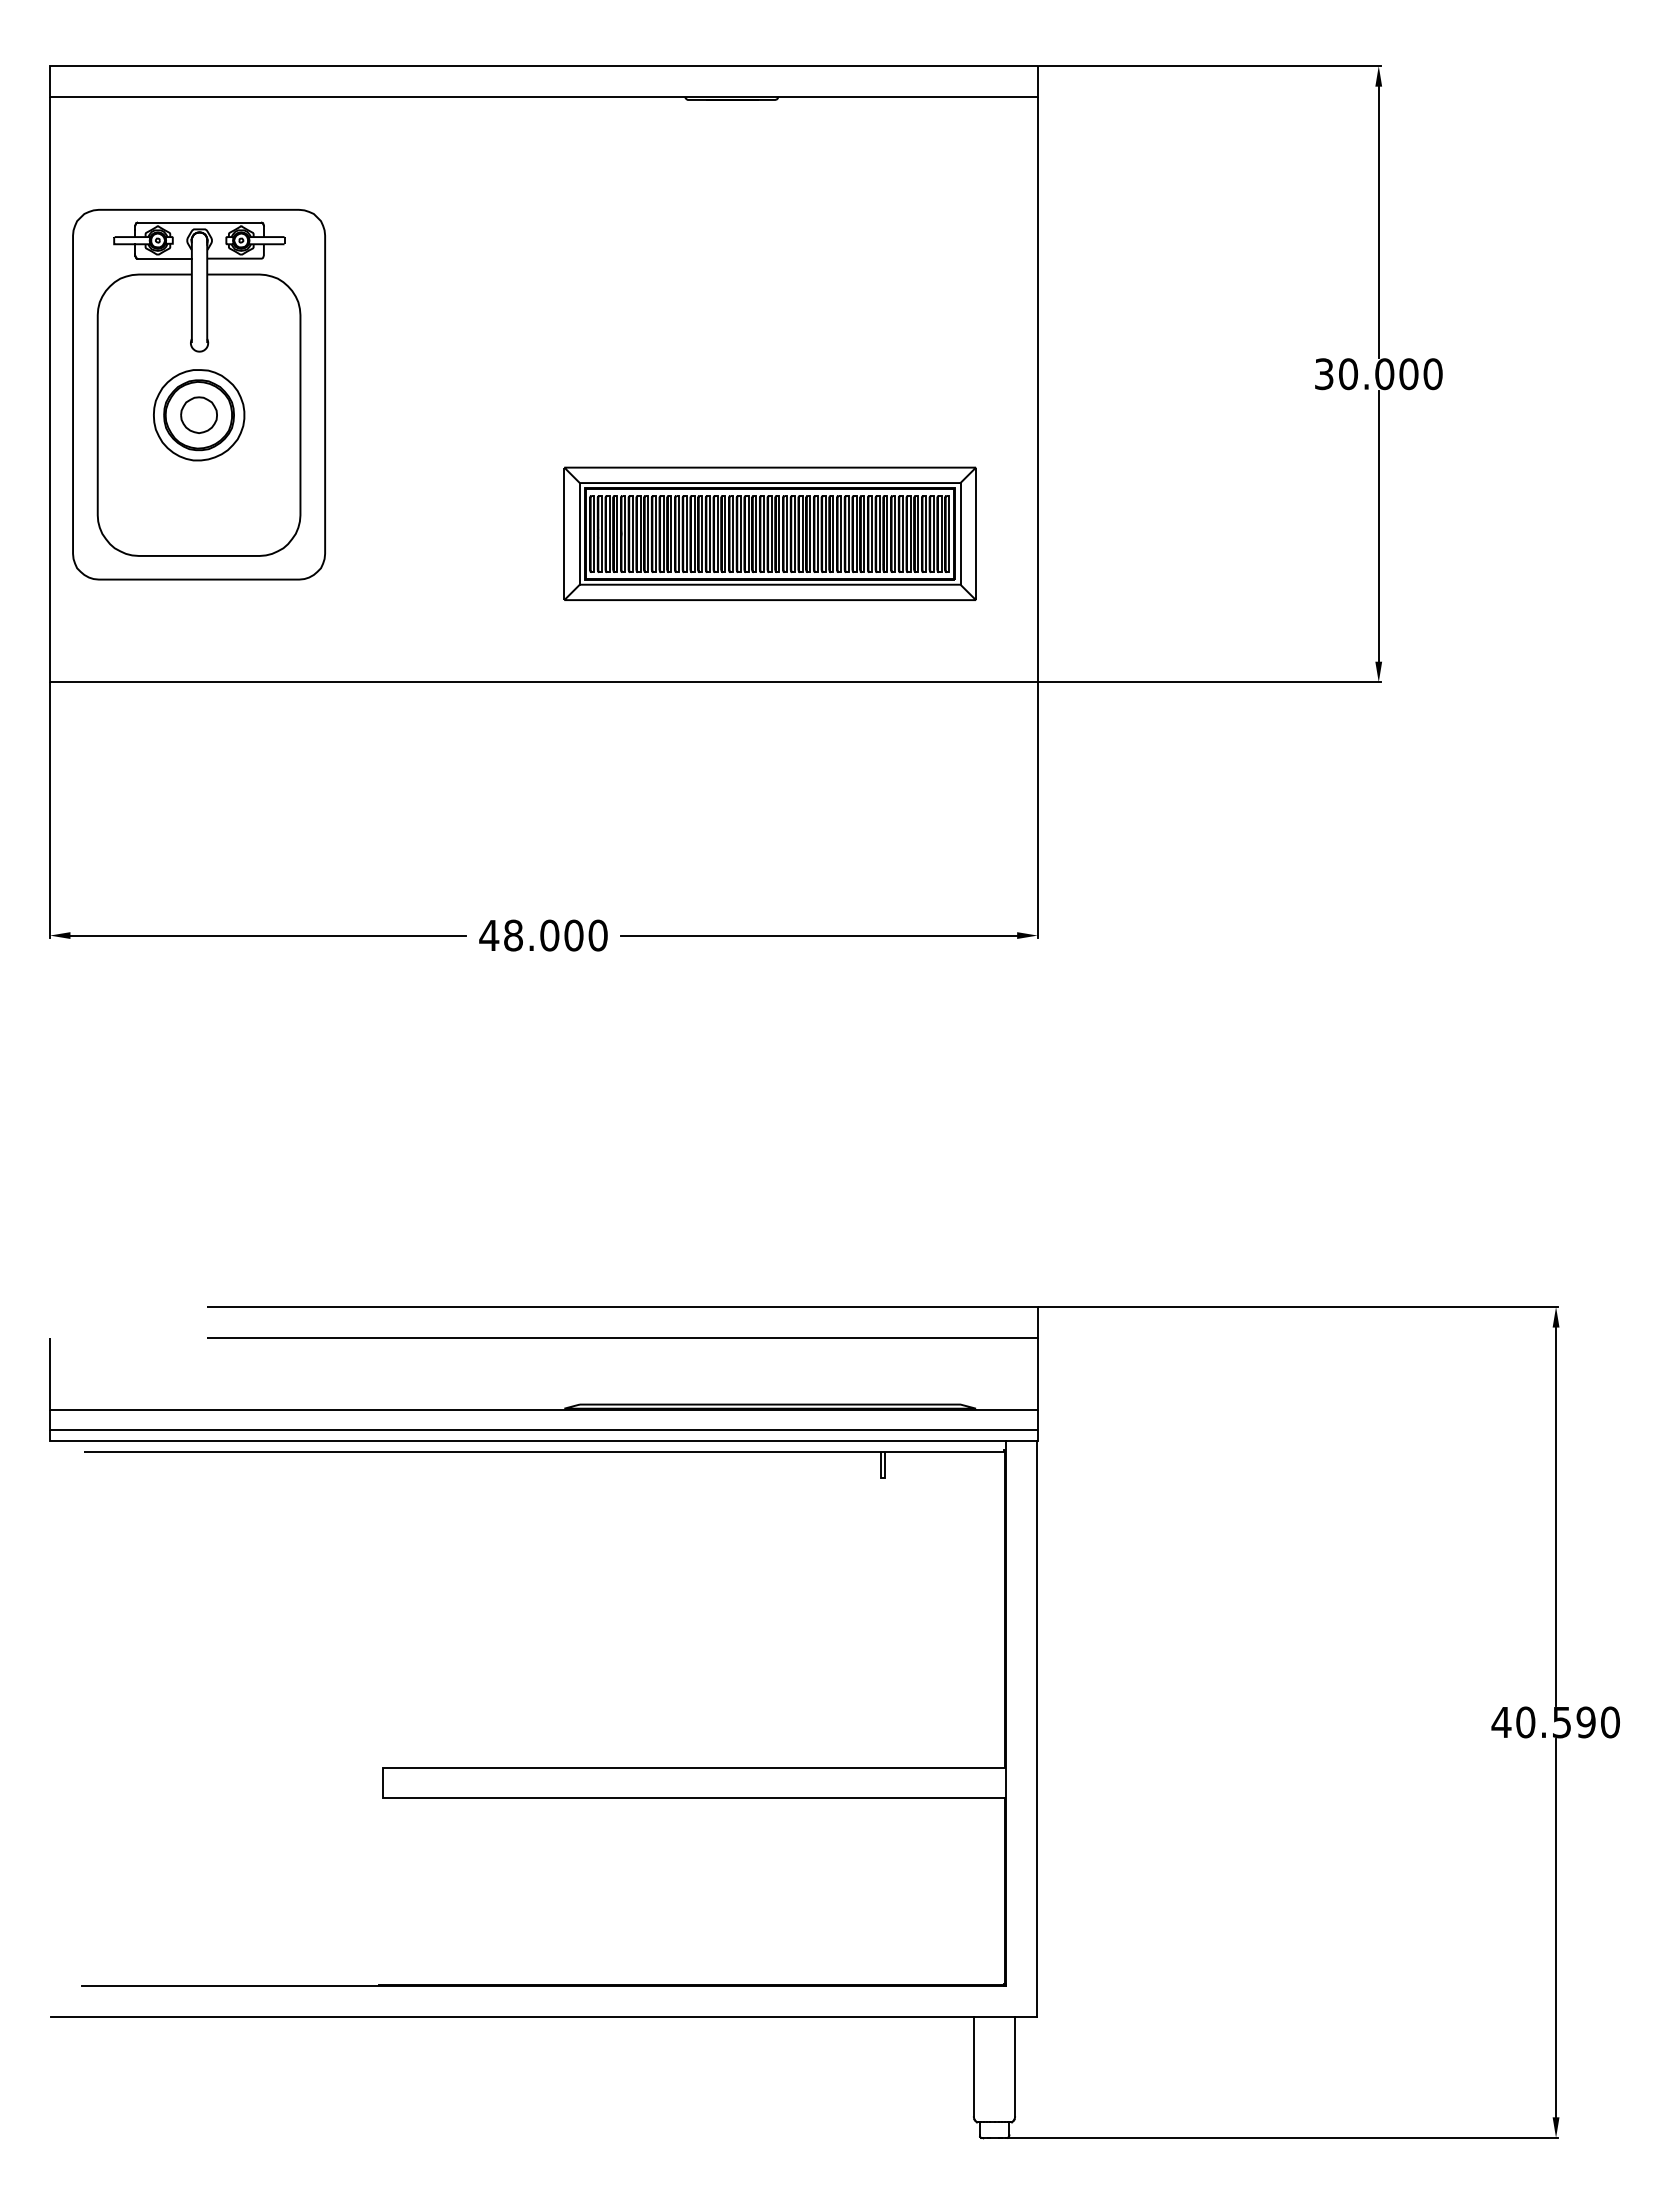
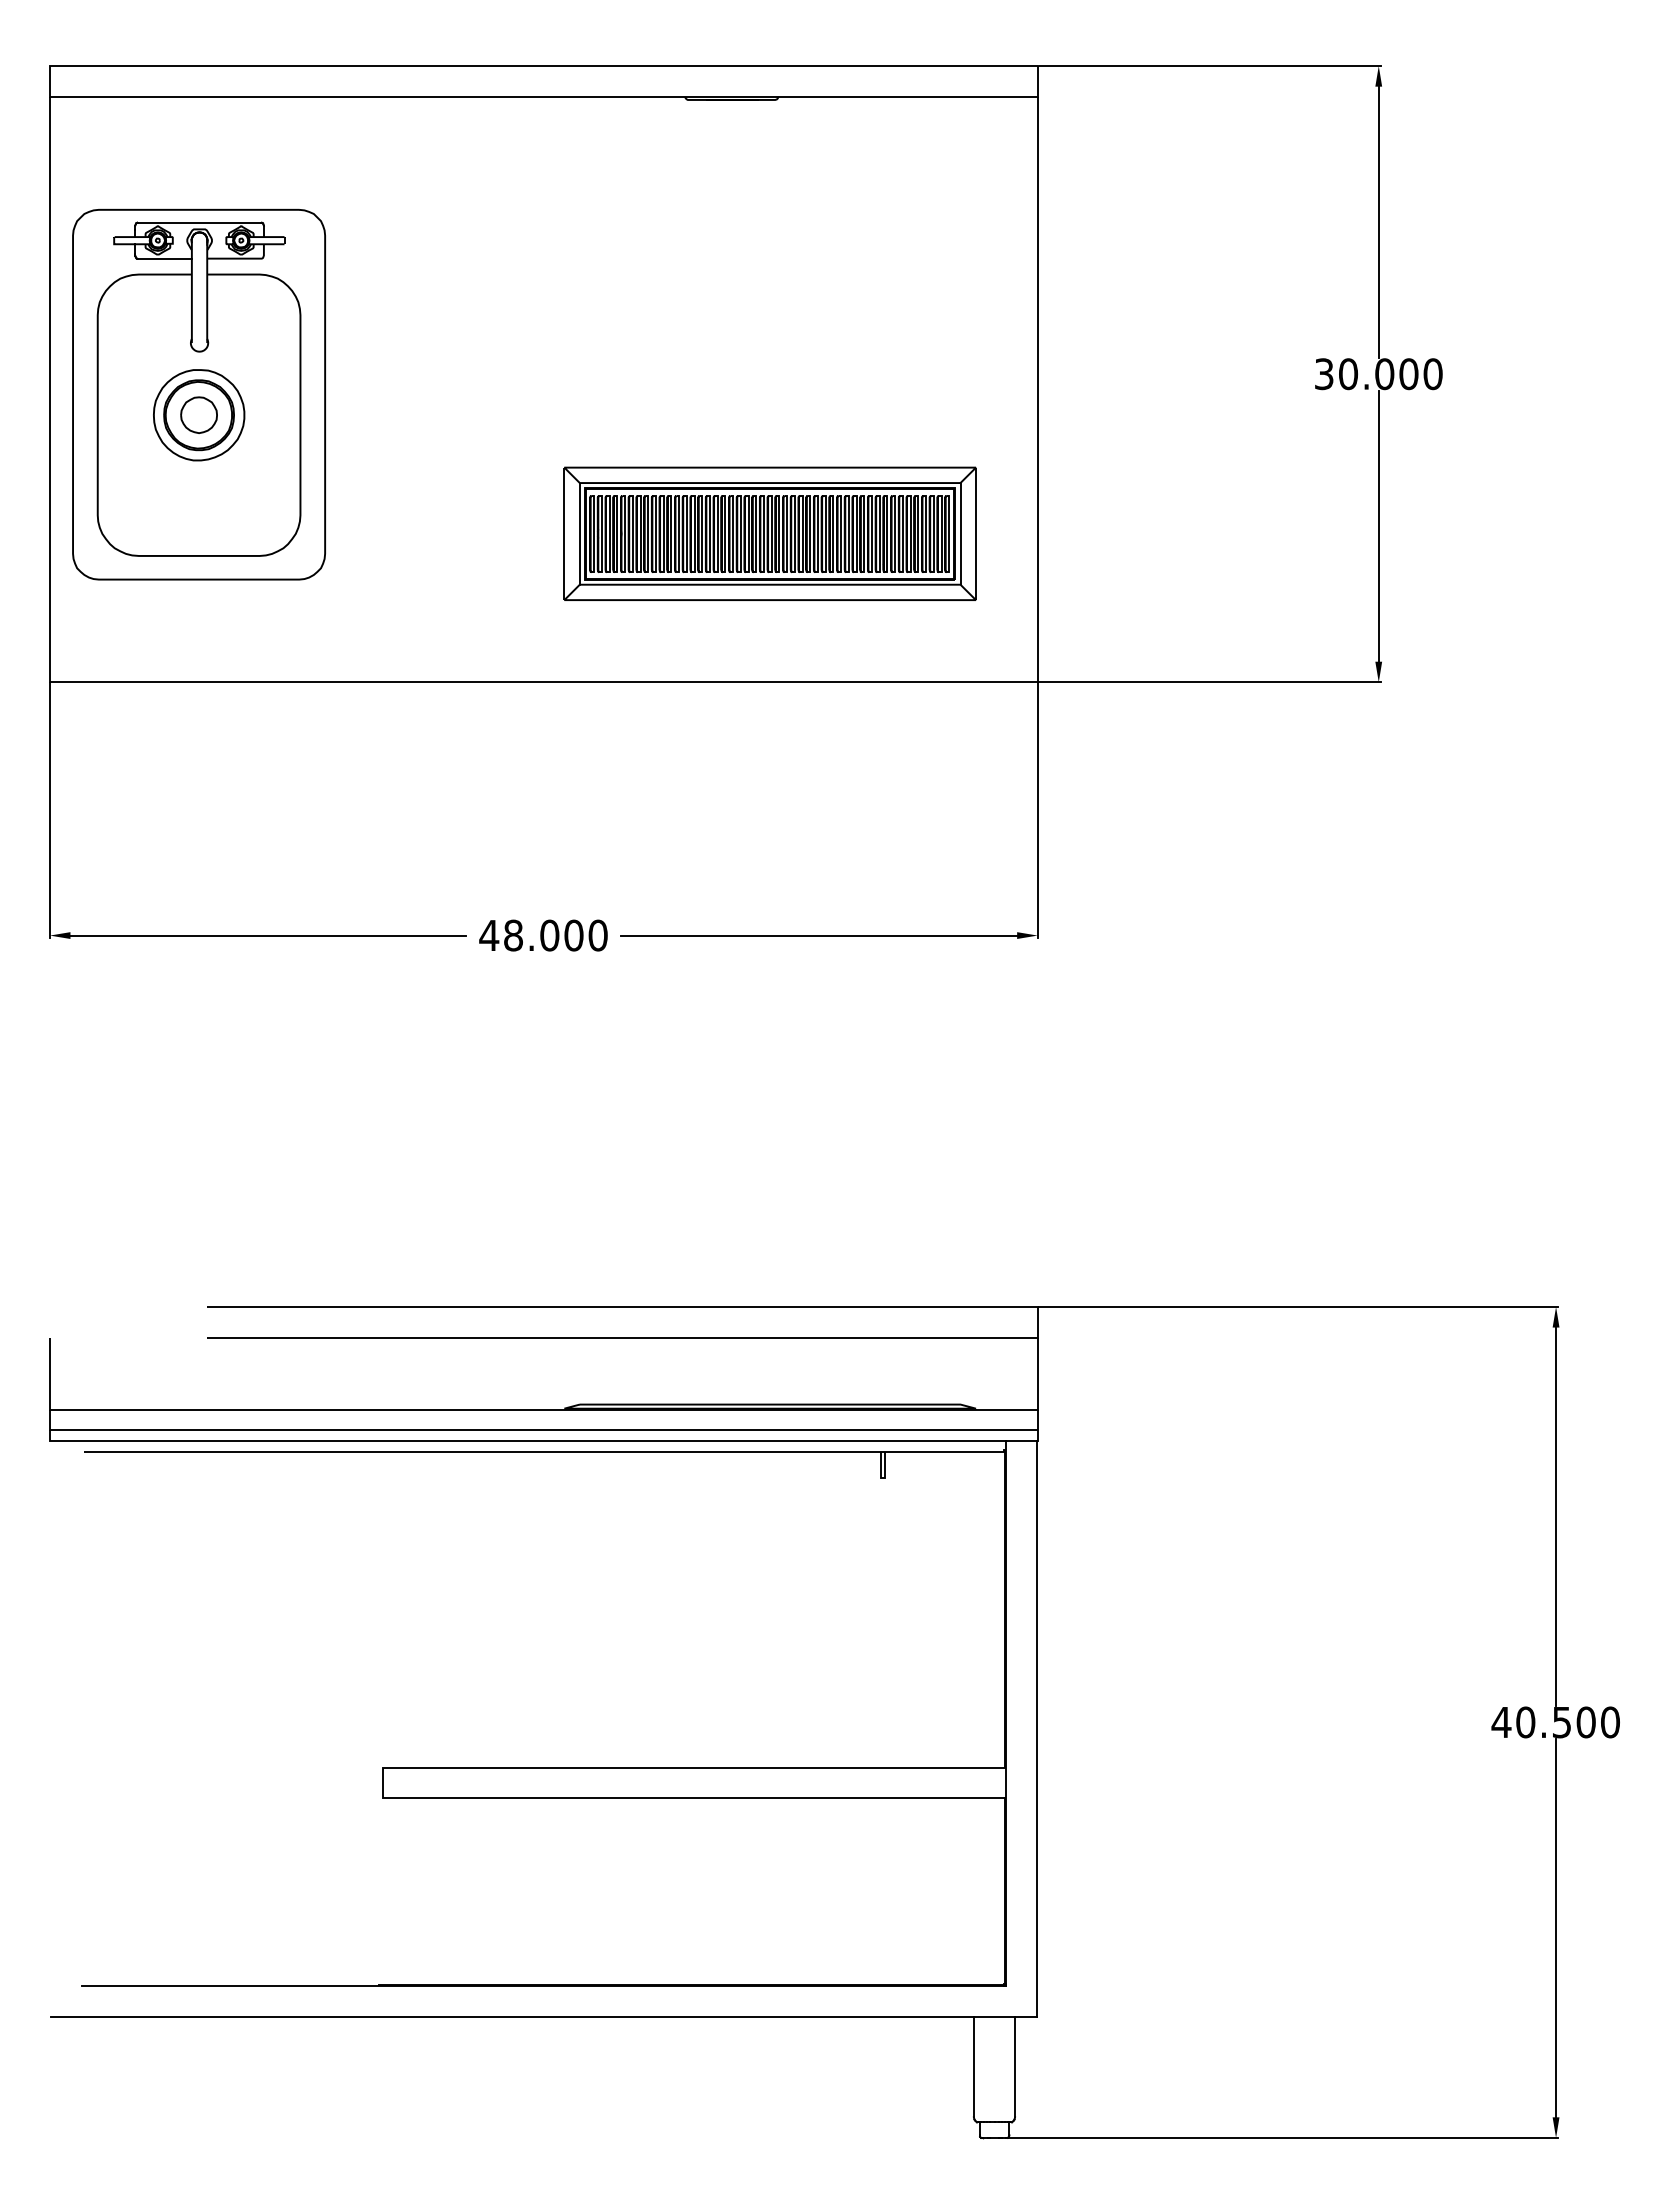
text at (1585, 1722): 40.590 -> 40.500
